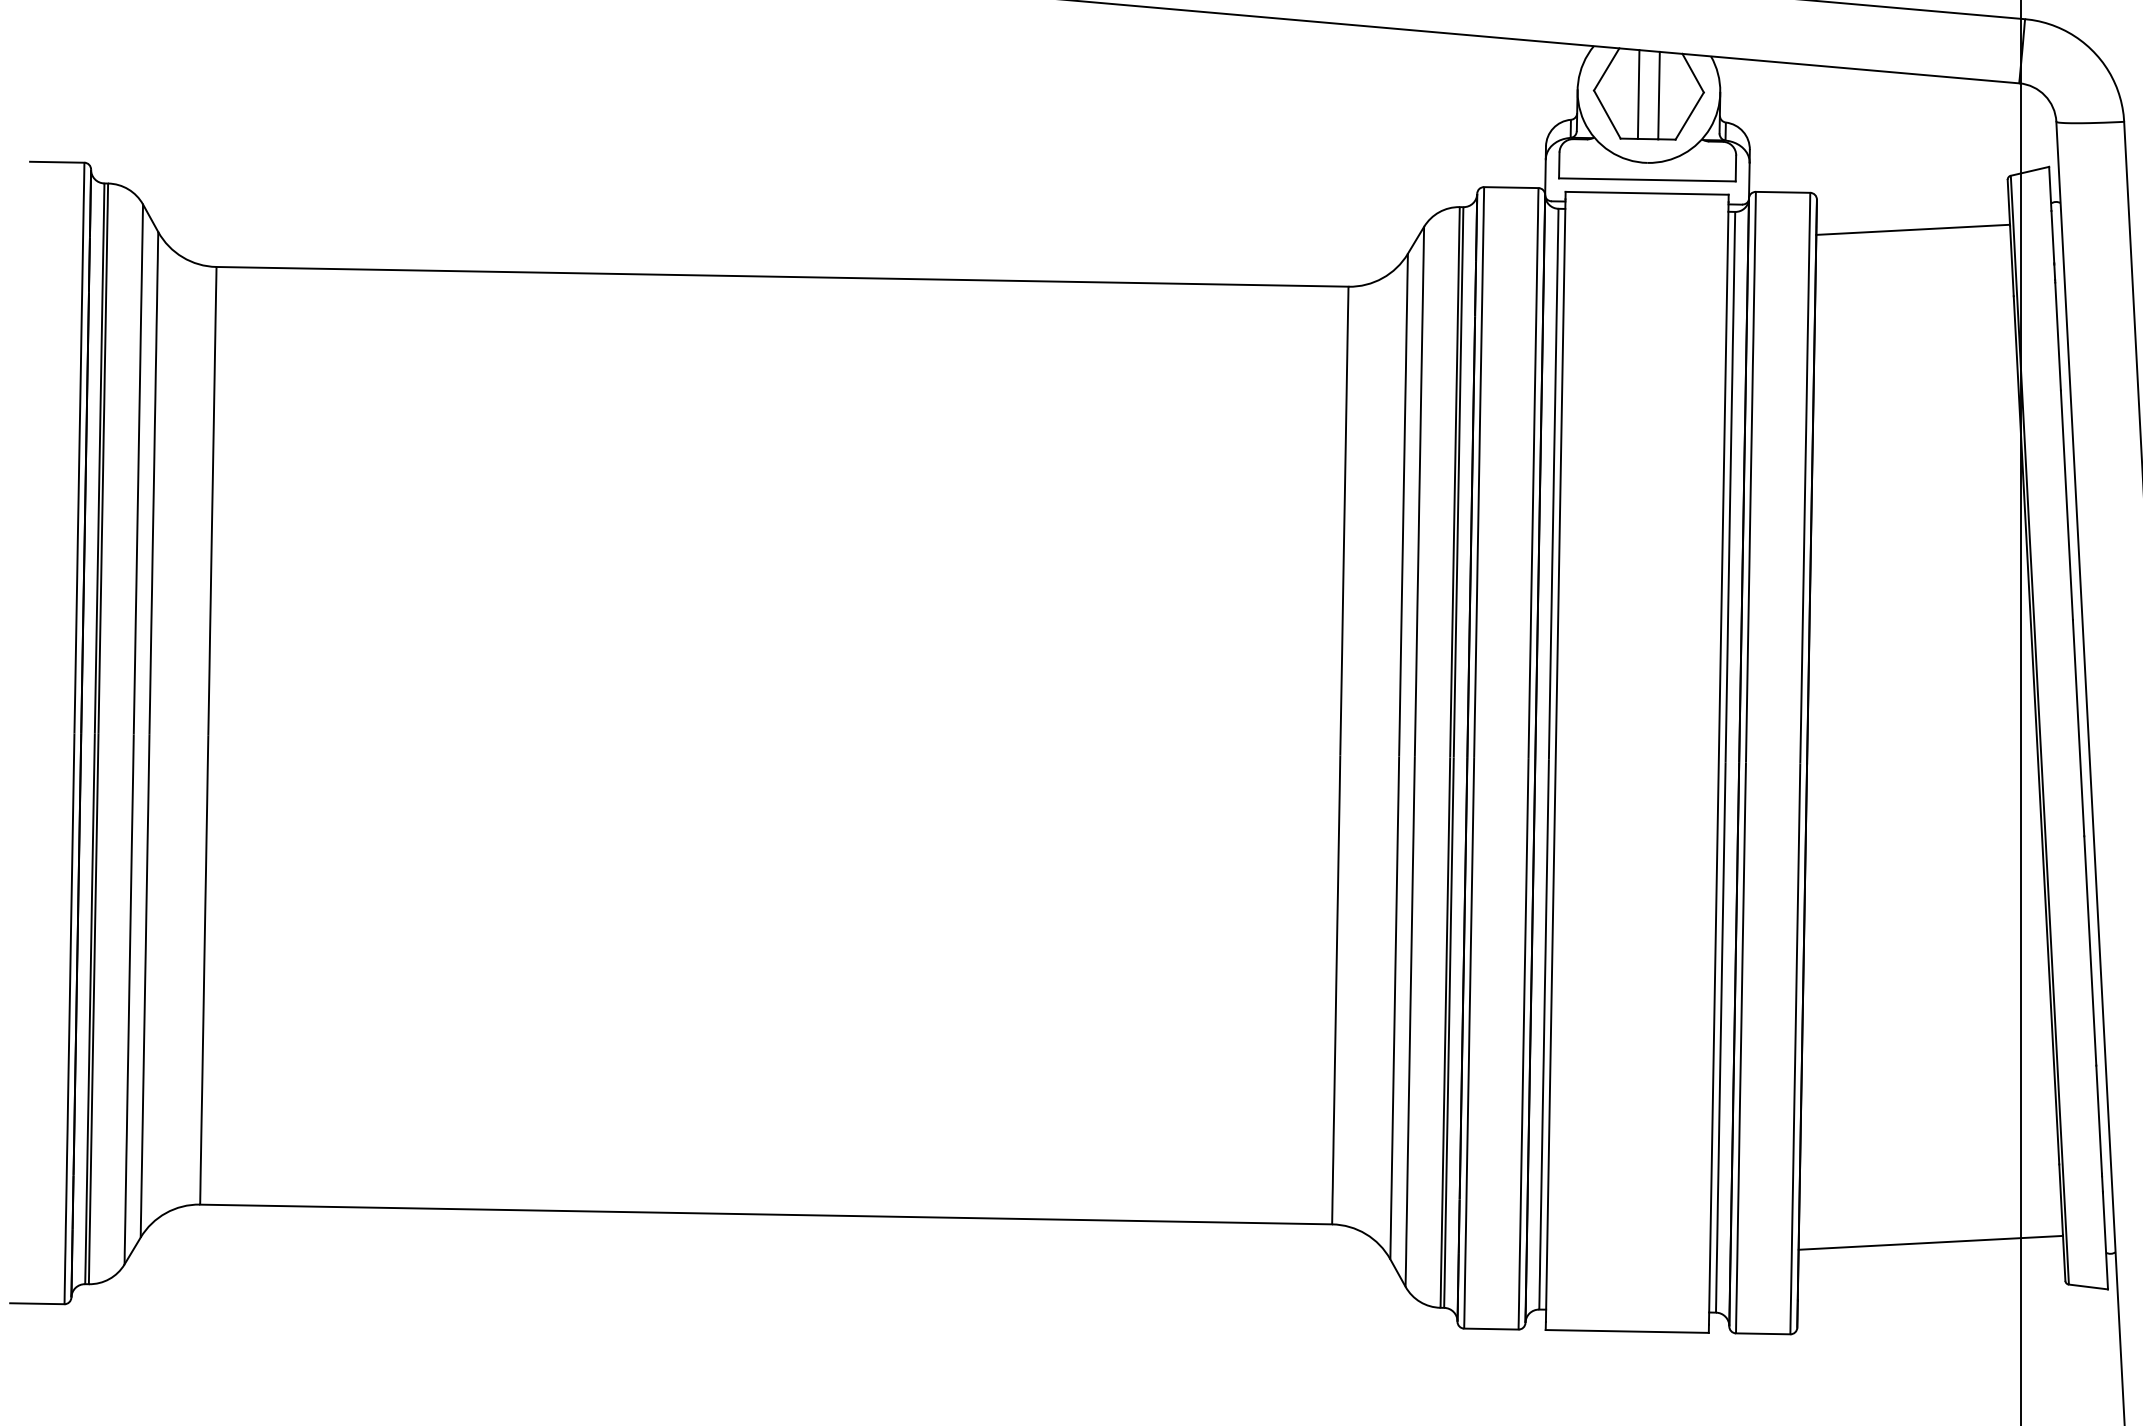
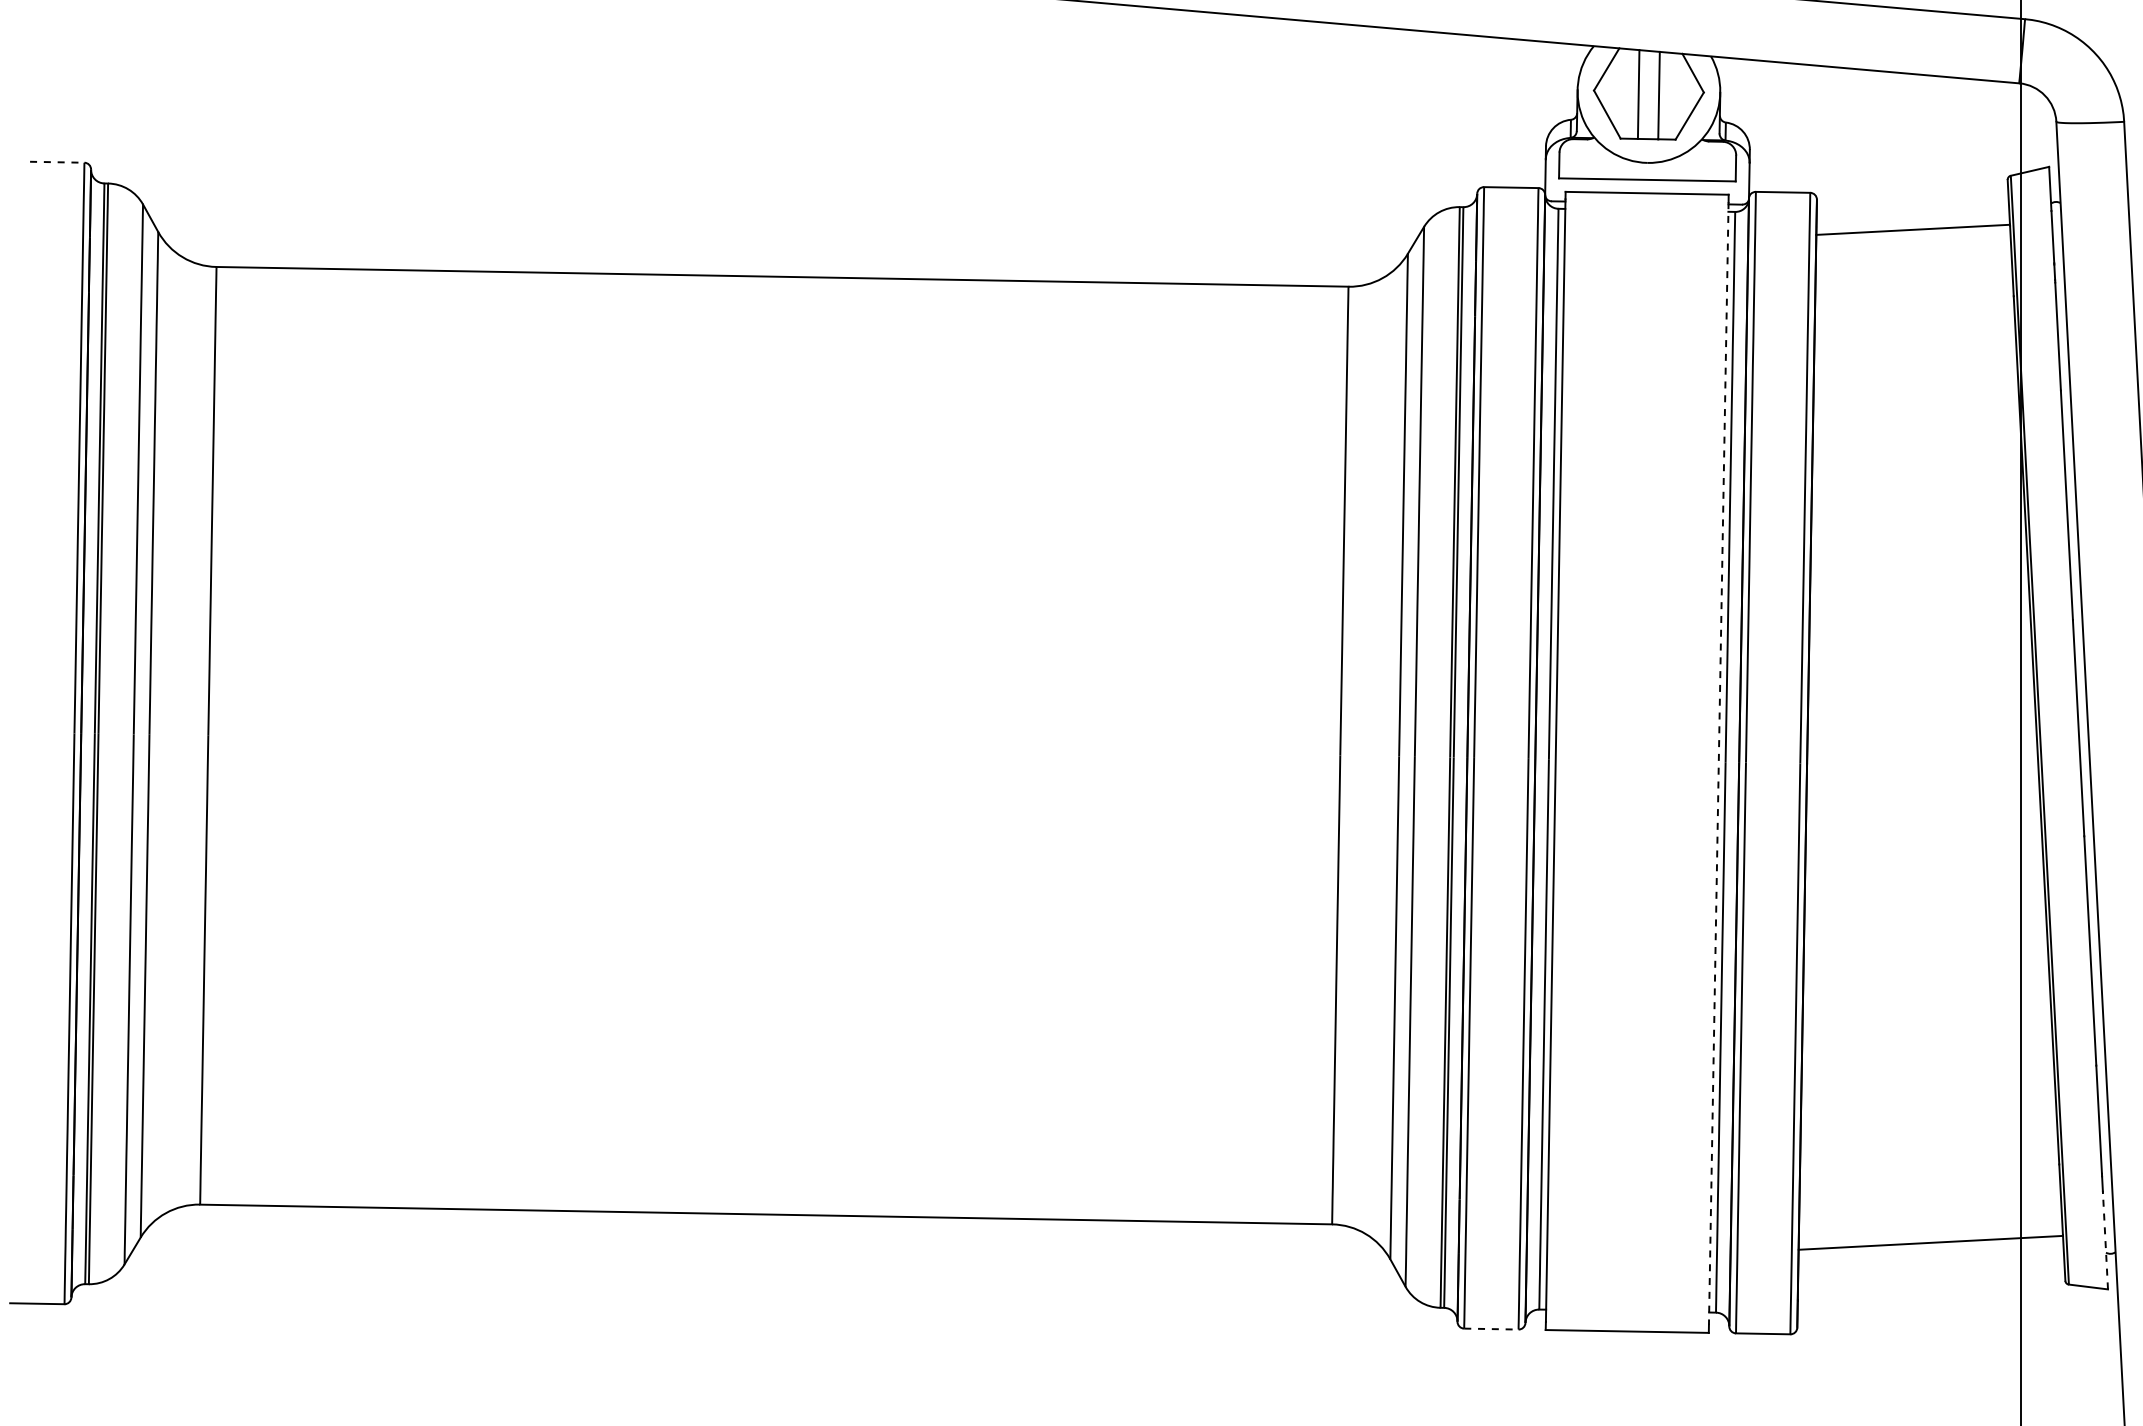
line at (57, 162): solid -> dashed
line at (1718, 763): solid -> dashed
line at (2105, 1240): solid -> dashed
line at (1491, 1329): solid -> dashed
